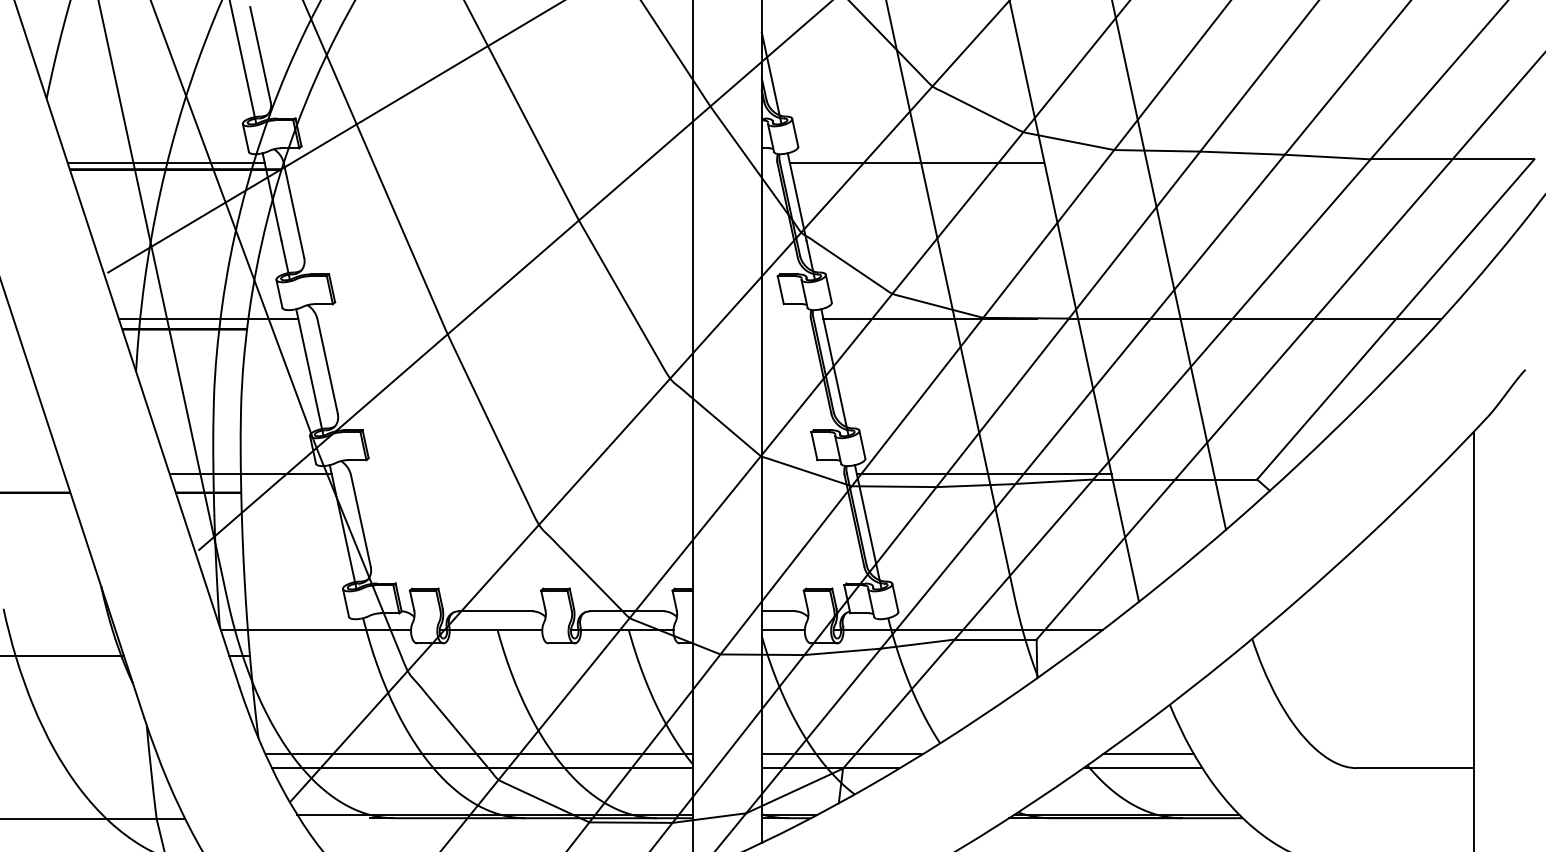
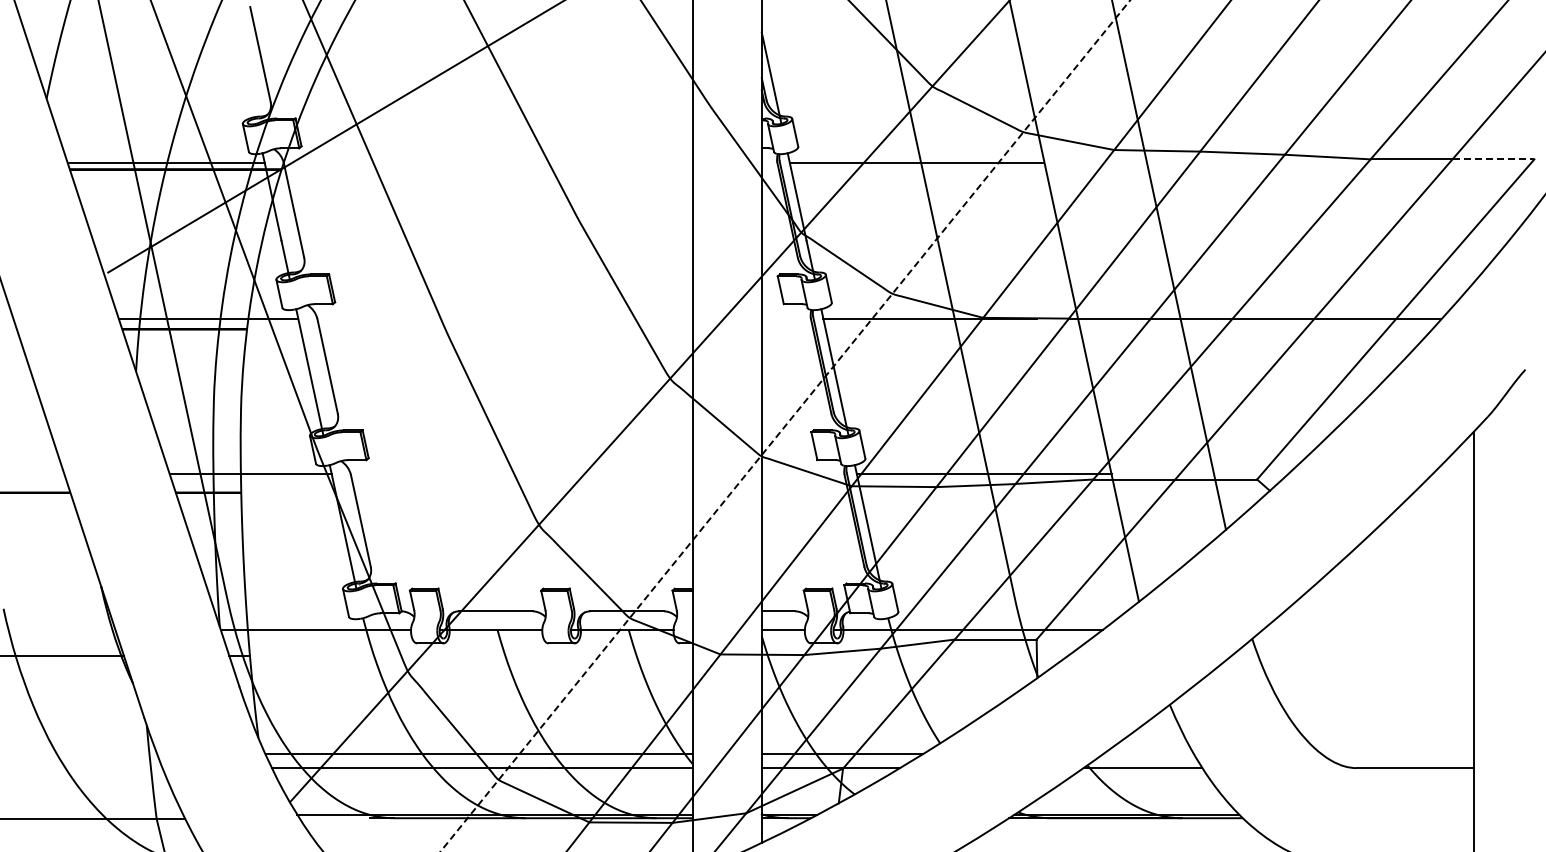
line at (243, 62): present -> none
line at (1493, 159): solid -> dashed
line at (514, 275): present -> none
line at (785, 426): solid -> dashed
line at (1148, 754): present -> none
